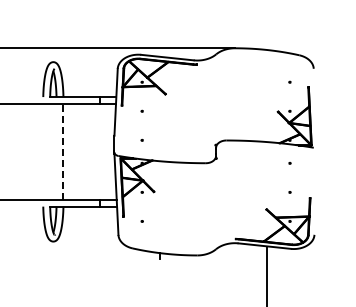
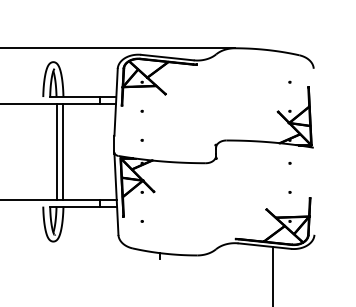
line at (56, 151): none -> present
line at (63, 151): dashed -> solid
line at (266, 274) position: (266, 274) -> (272, 274)
